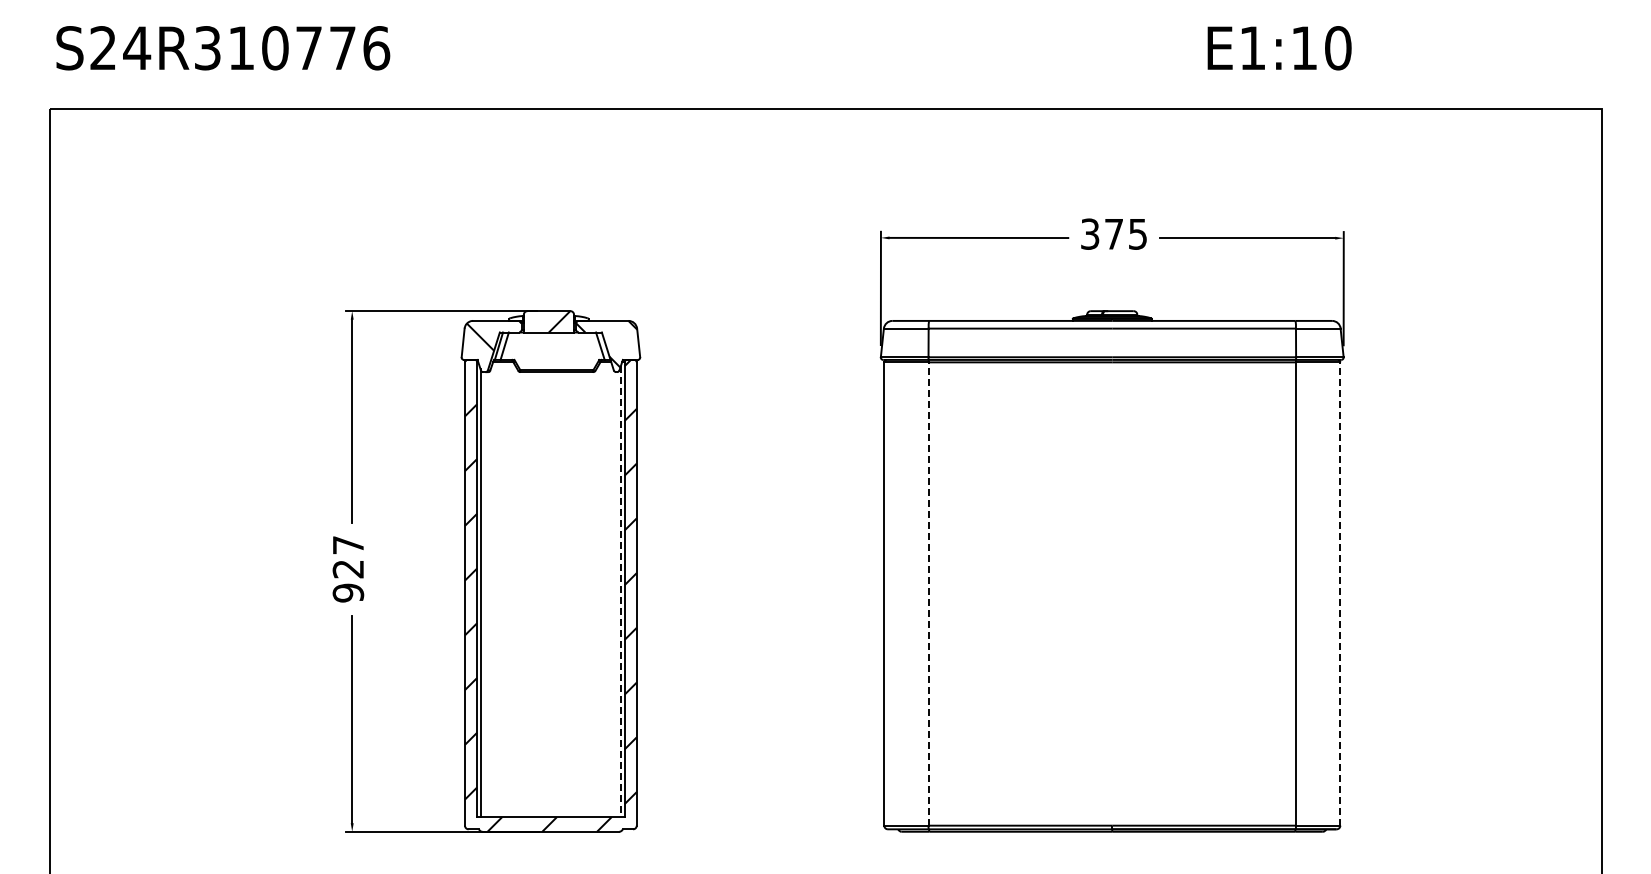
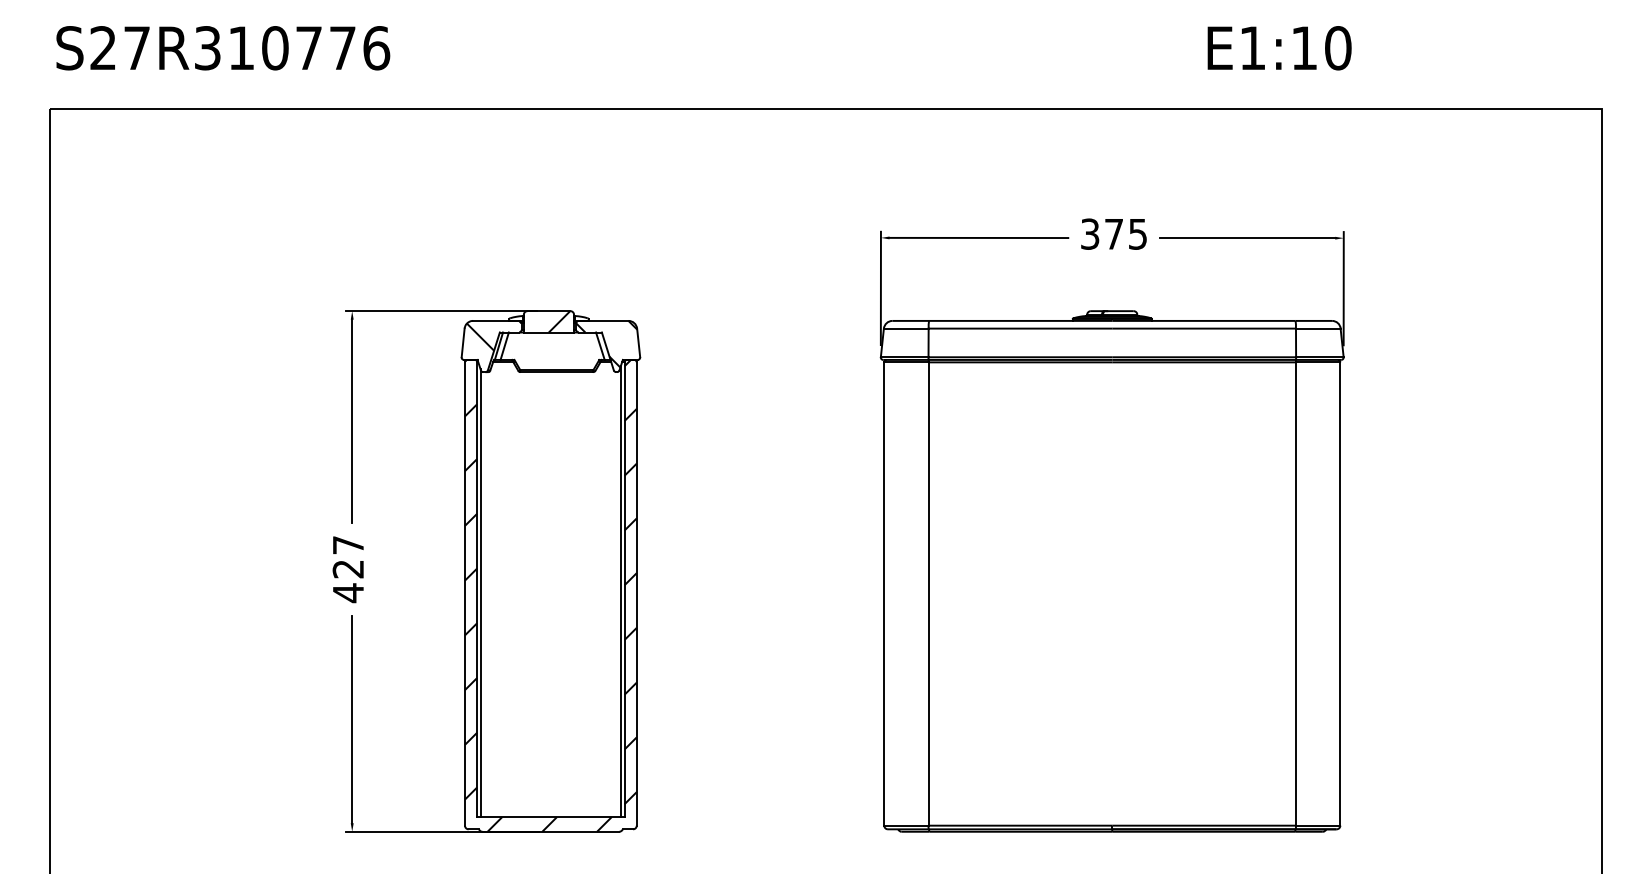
text at (137, 47): S24R310776^I^I^I^I^I^IE1:10 -> S27R310776^I^I^I^I^I^IE1:10
line at (620, 591): dashed -> solid
text at (348, 593): 927 -> 427
line at (928, 594): dashed -> solid
line at (1340, 594): dashed -> solid
